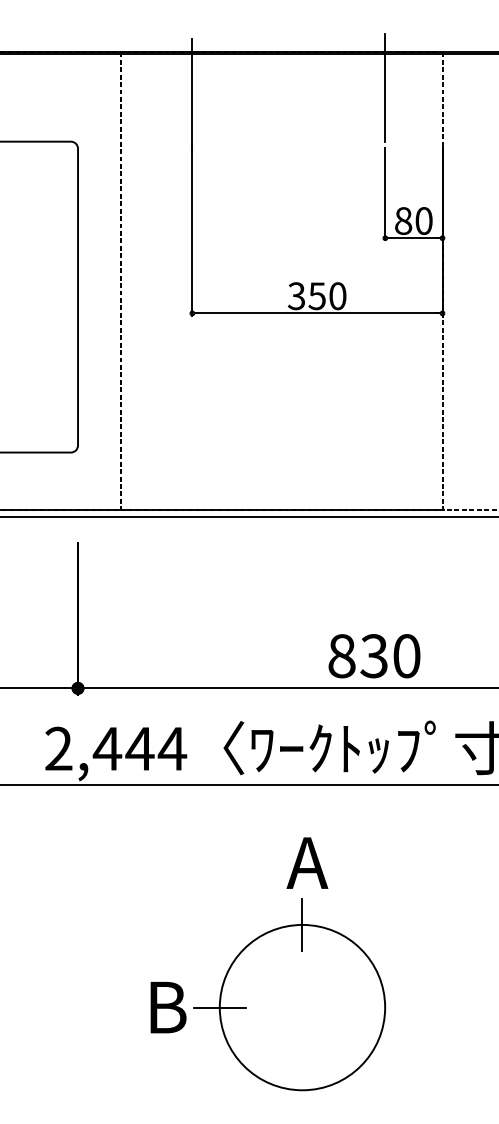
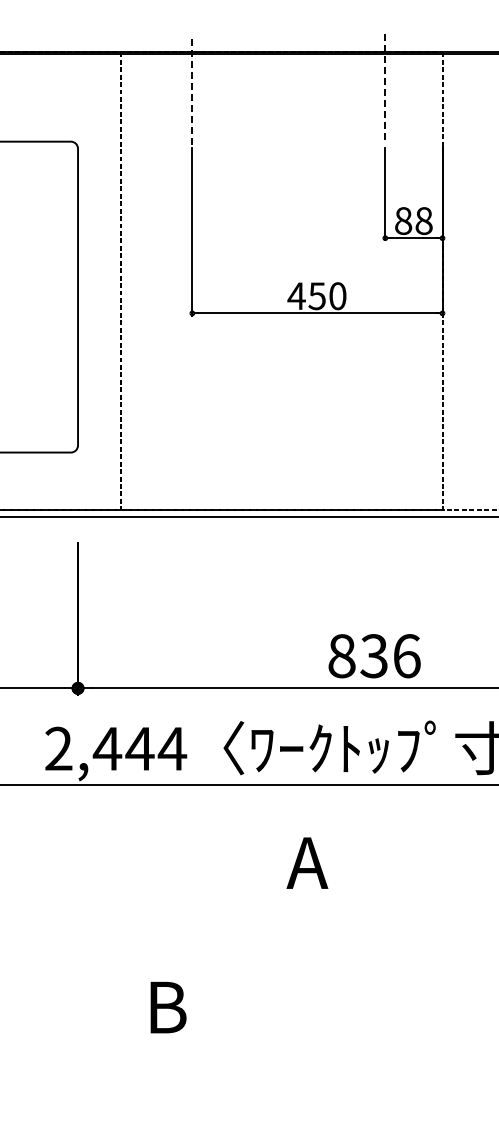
line at (385, 88): solid -> dashed
line at (192, 93): solid -> dashed
text at (423, 220): 80 -> 88
text at (296, 296): 350 -> 450
text at (406, 656): 830 -> 836
part at (289, 994): present -> none
